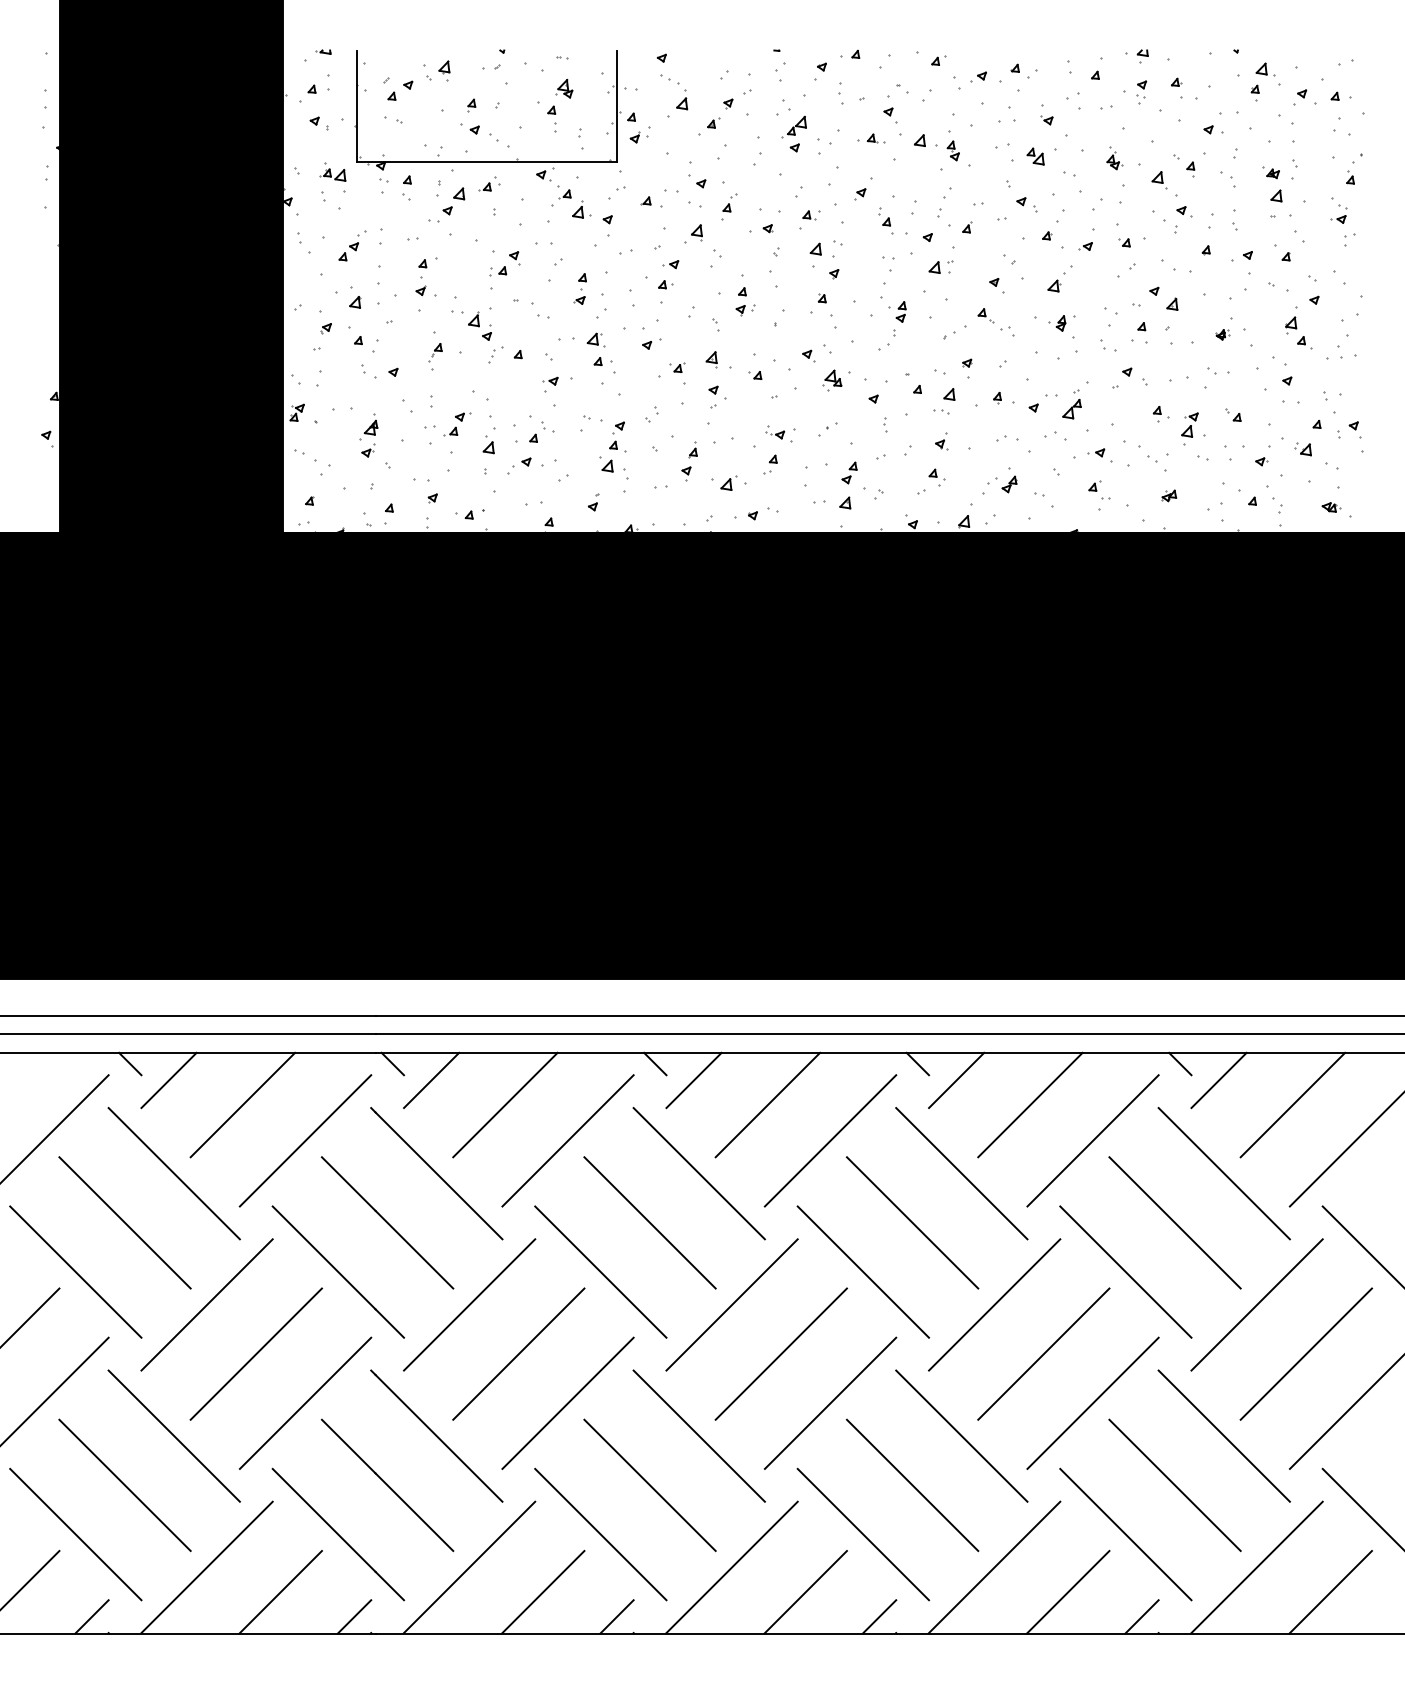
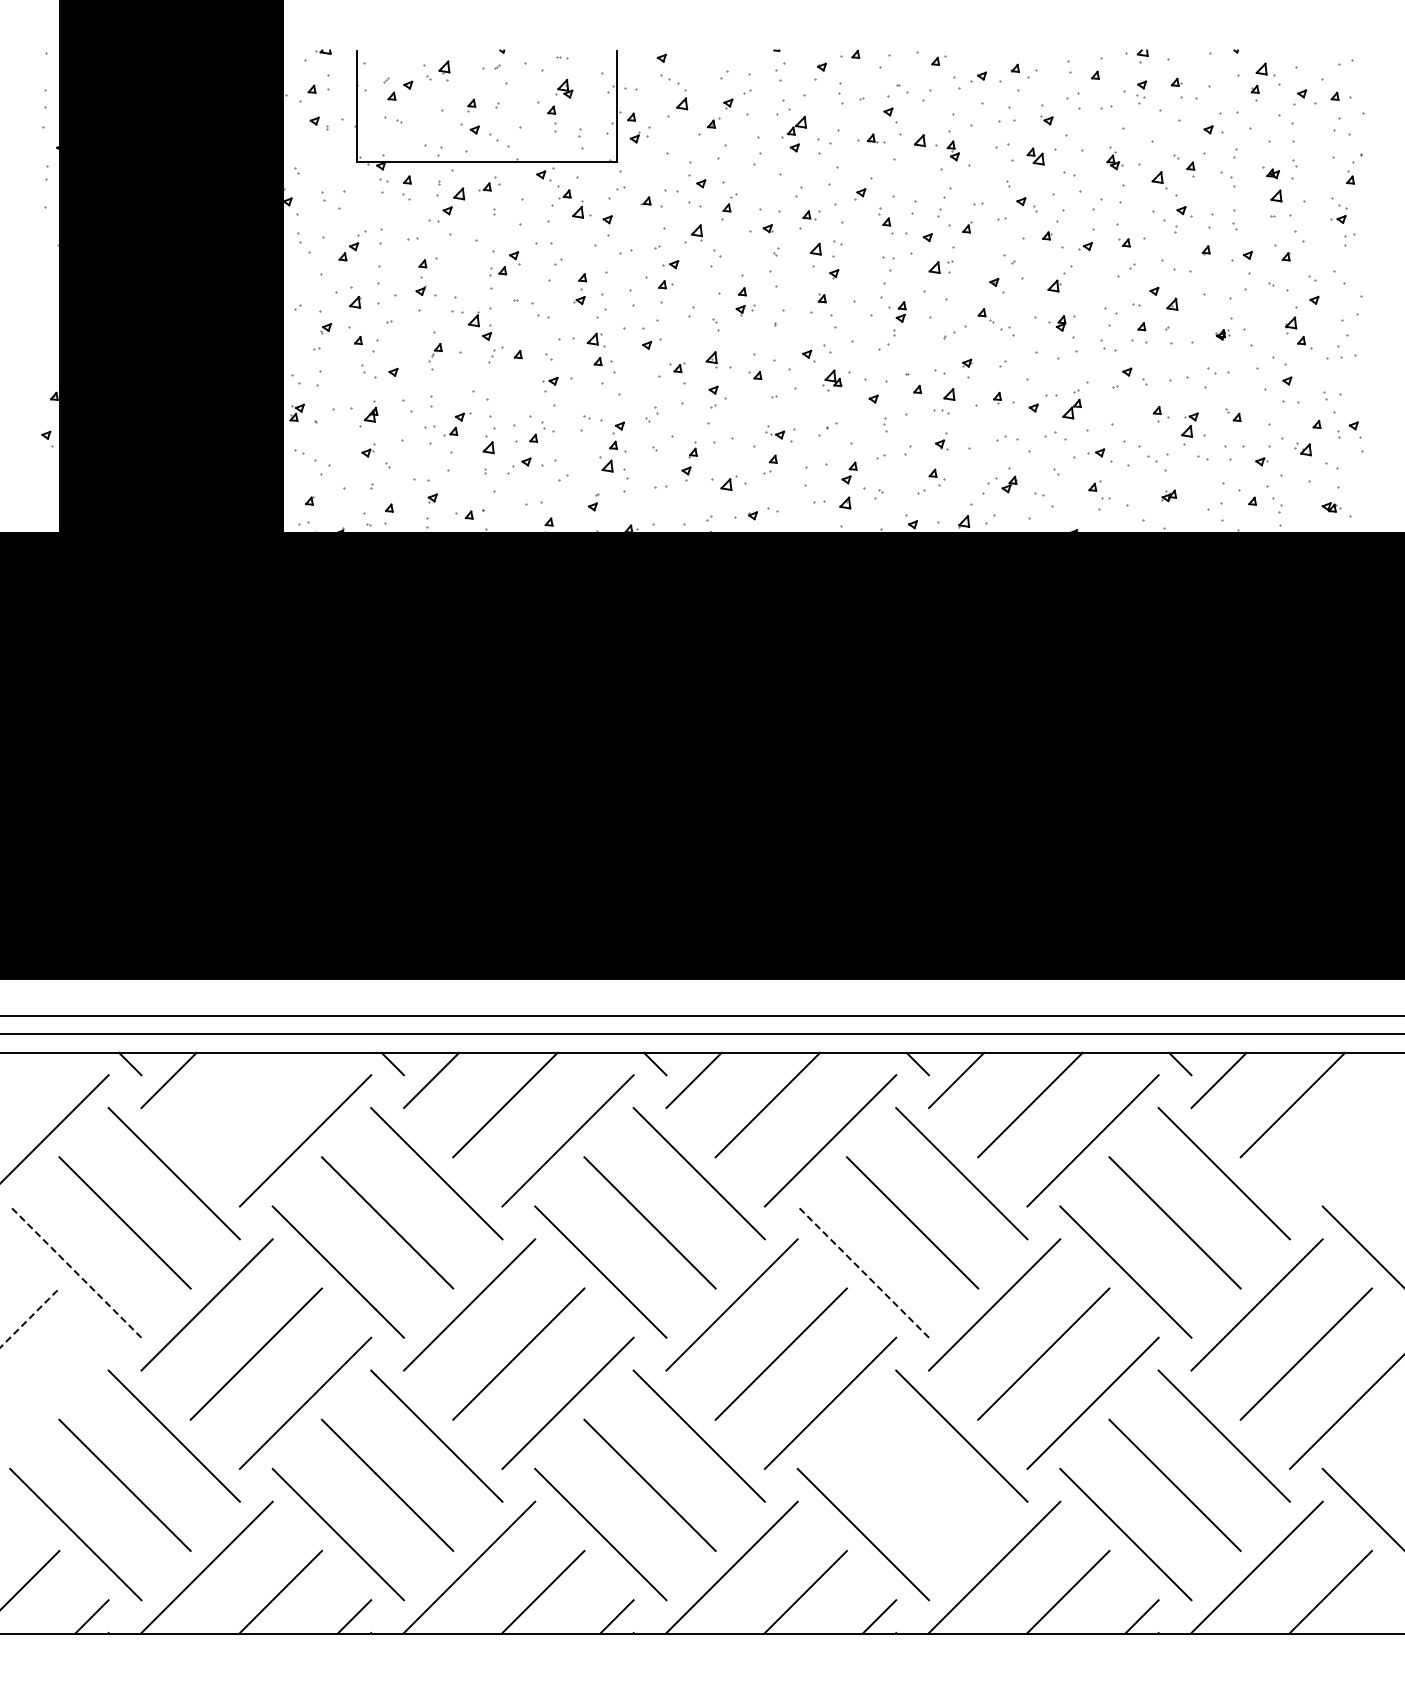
part at (332, 171): present -> none
part at (368, 426) position: (368, 426) -> (368, 413)
line at (242, 1104): present -> none
line at (1345, 1150): present -> none
line at (75, 1272): solid -> dashed
line at (863, 1272): solid -> dashed
line at (29, 1318): solid -> dashed
line at (55, 1390): present -> none
line at (912, 1484): present -> none
